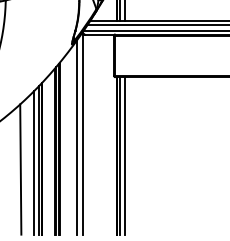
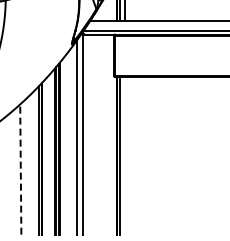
line at (156, 24): present -> none
line at (124, 155): present -> none
line at (34, 162): present -> none
line at (20, 169): solid -> dashed
